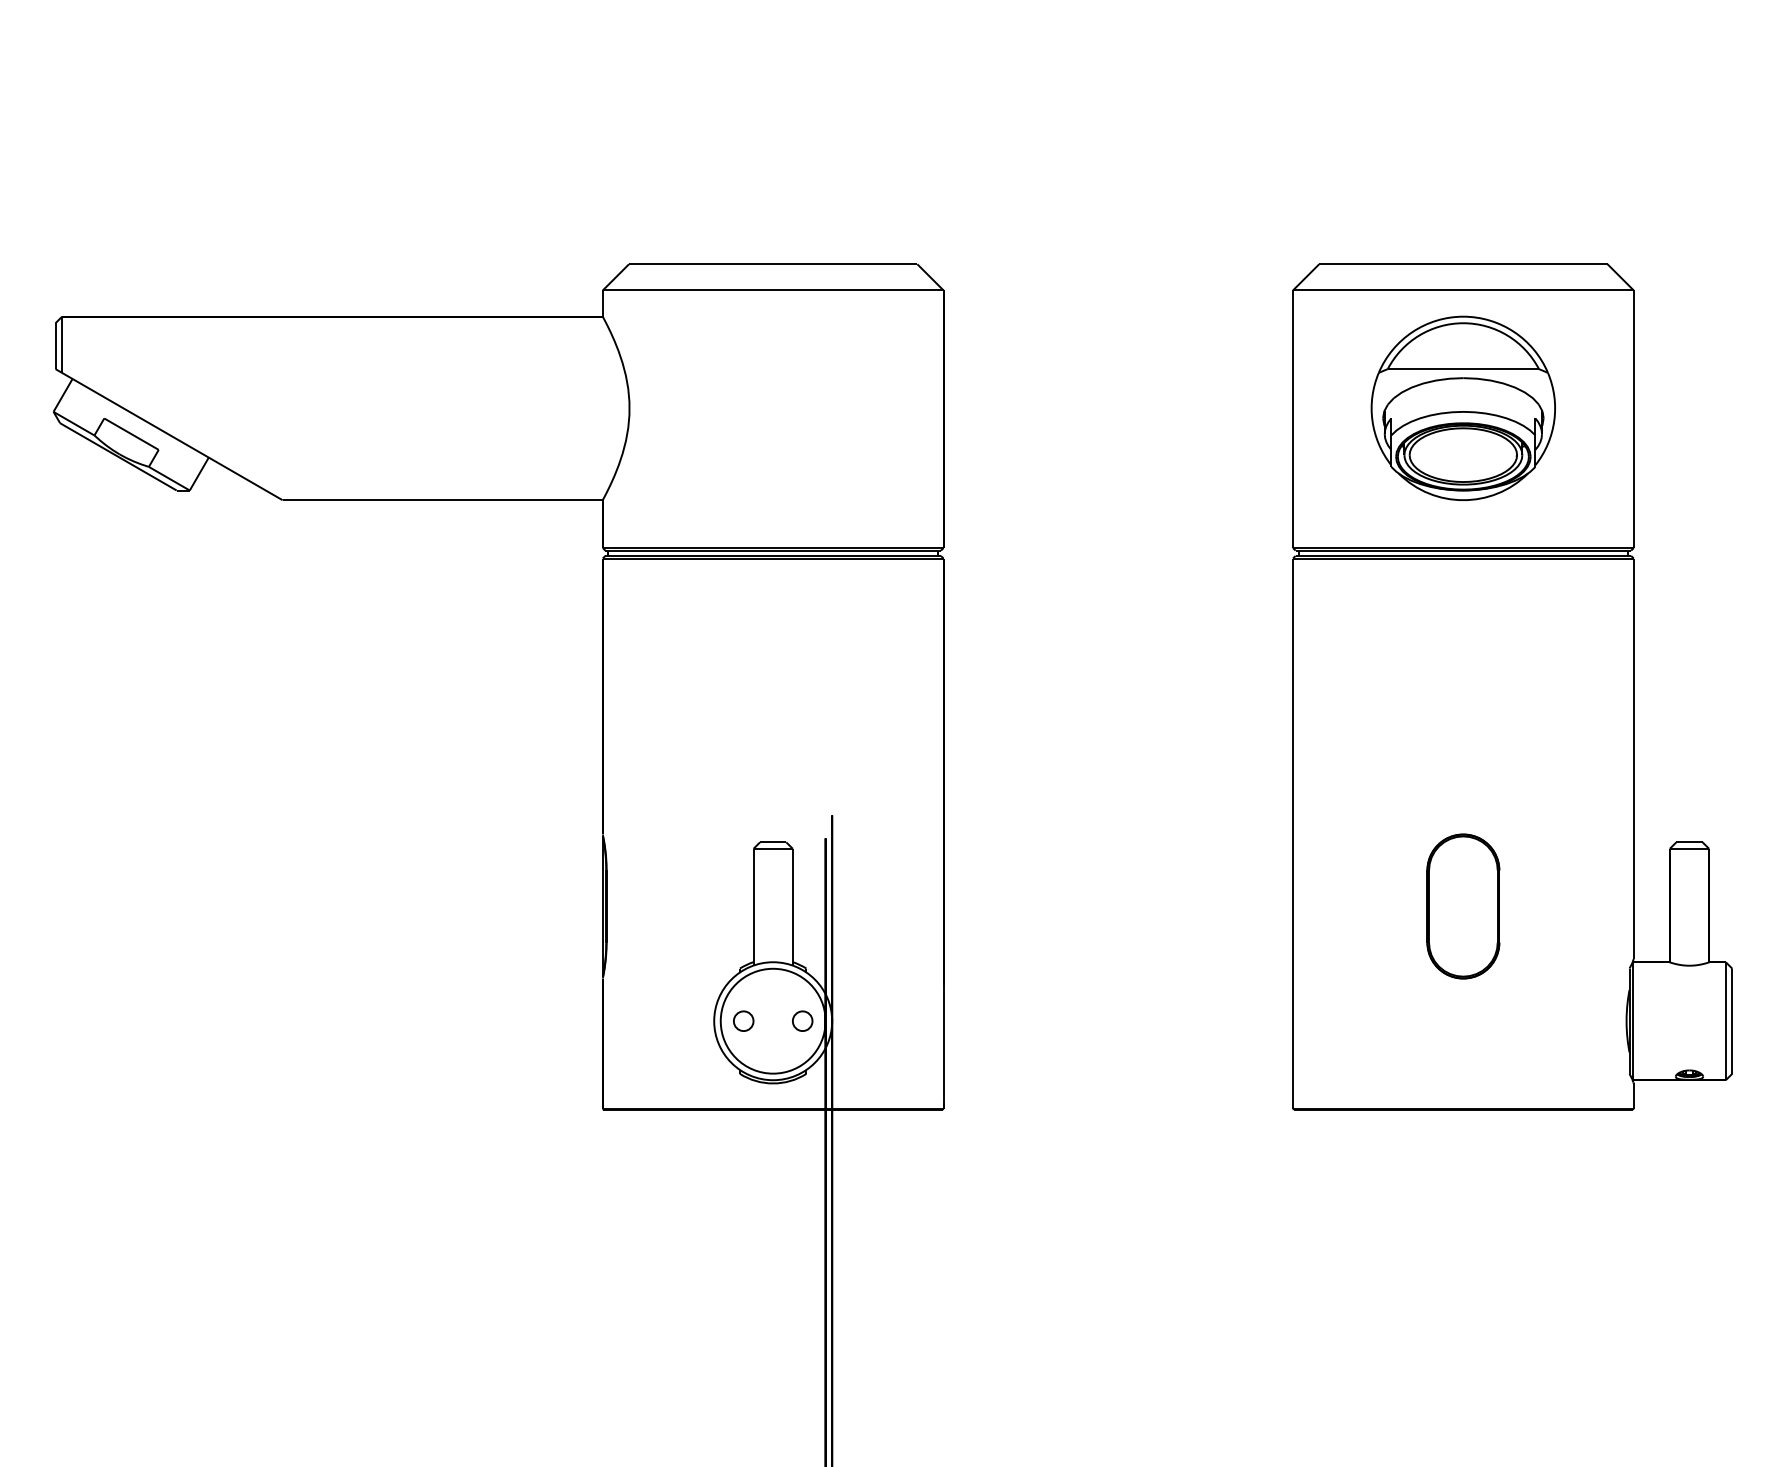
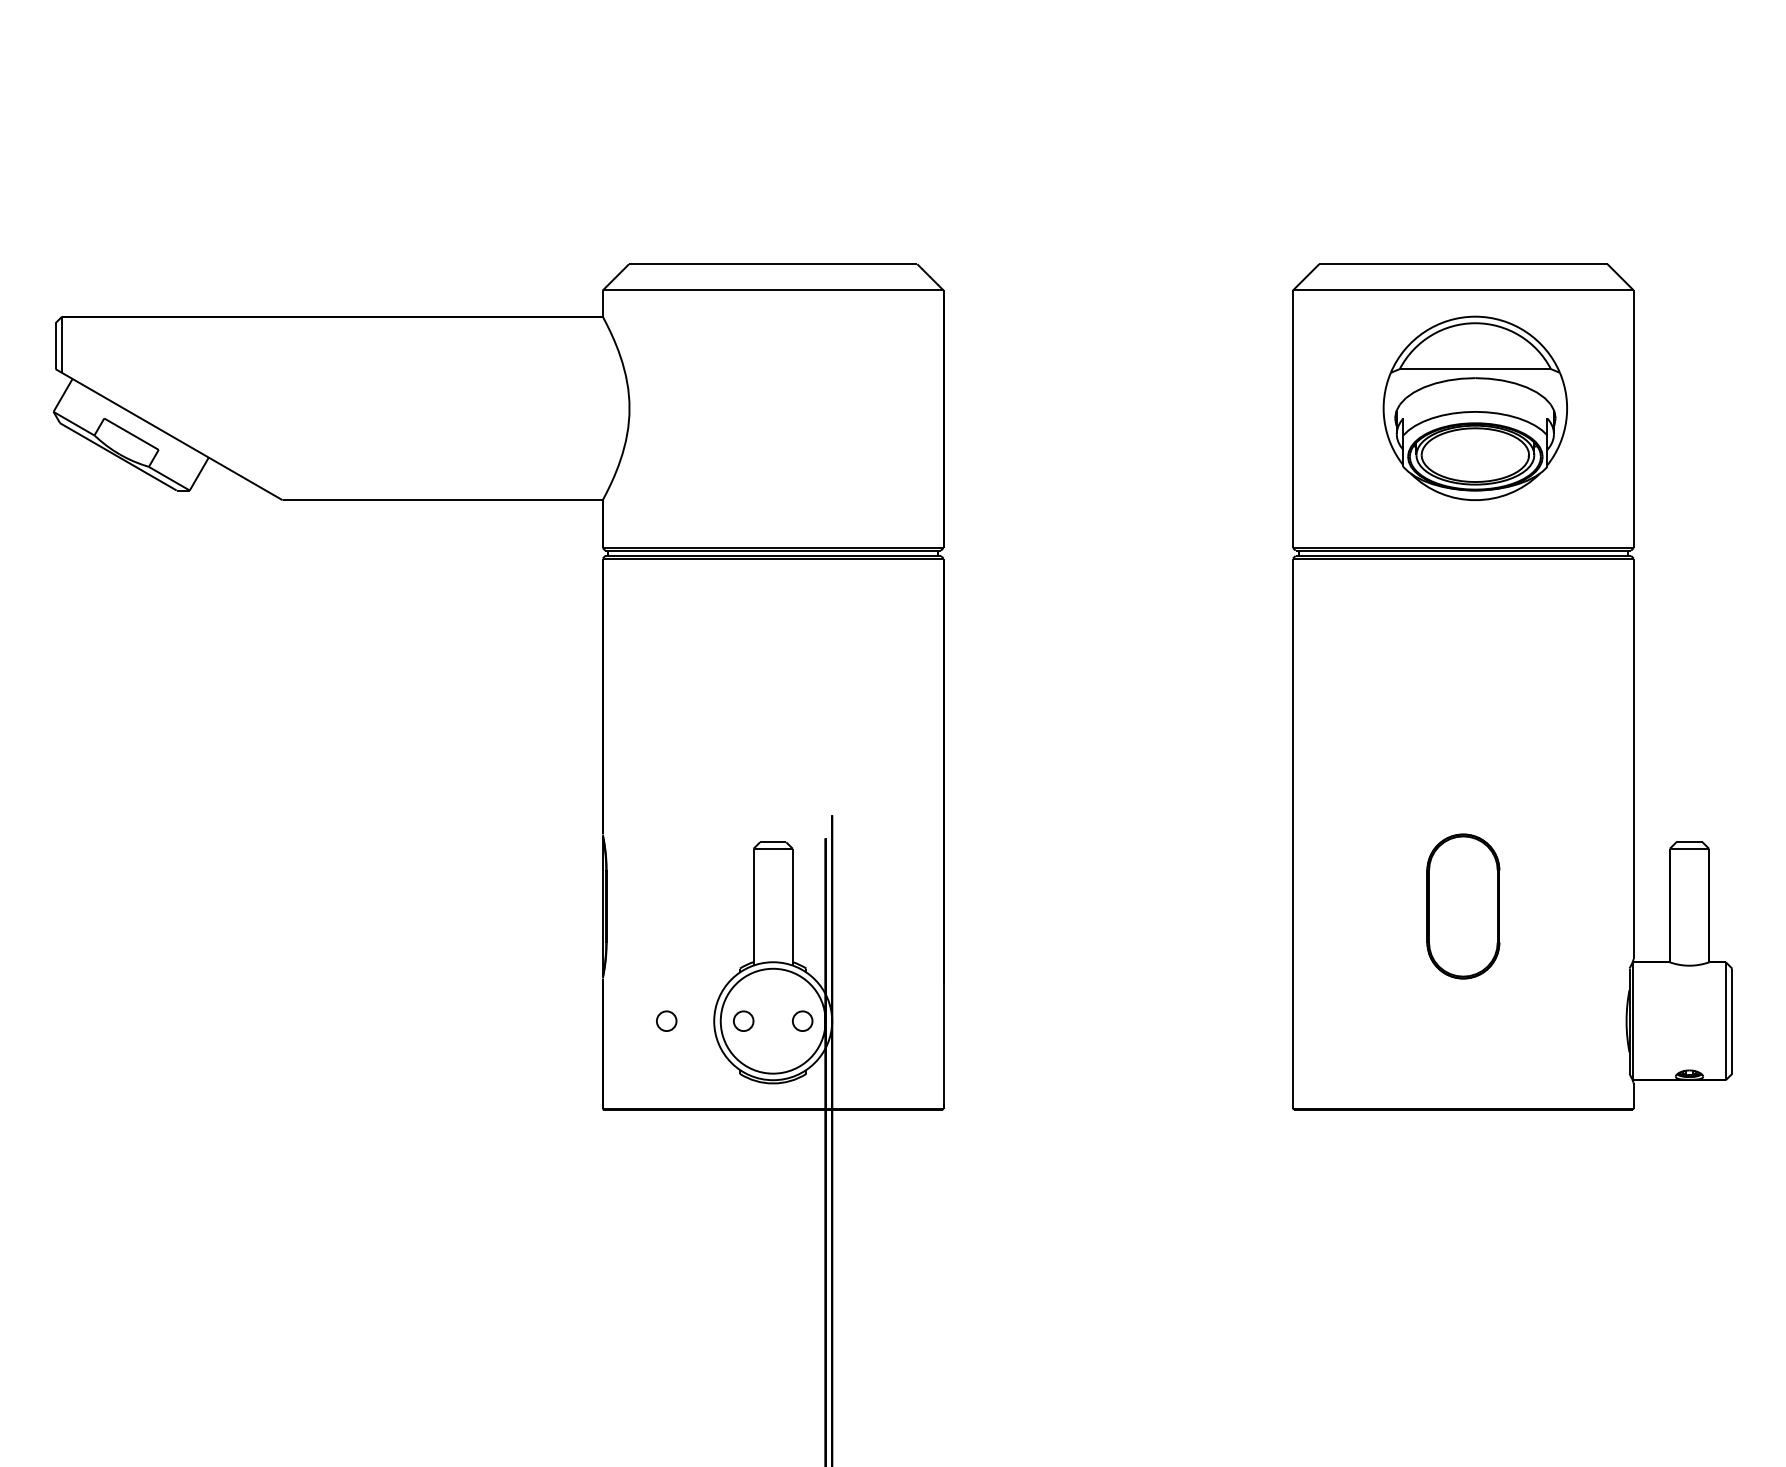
part at (1462, 407) position: (1462, 407) -> (1474, 407)
part at (666, 1020): none -> present
